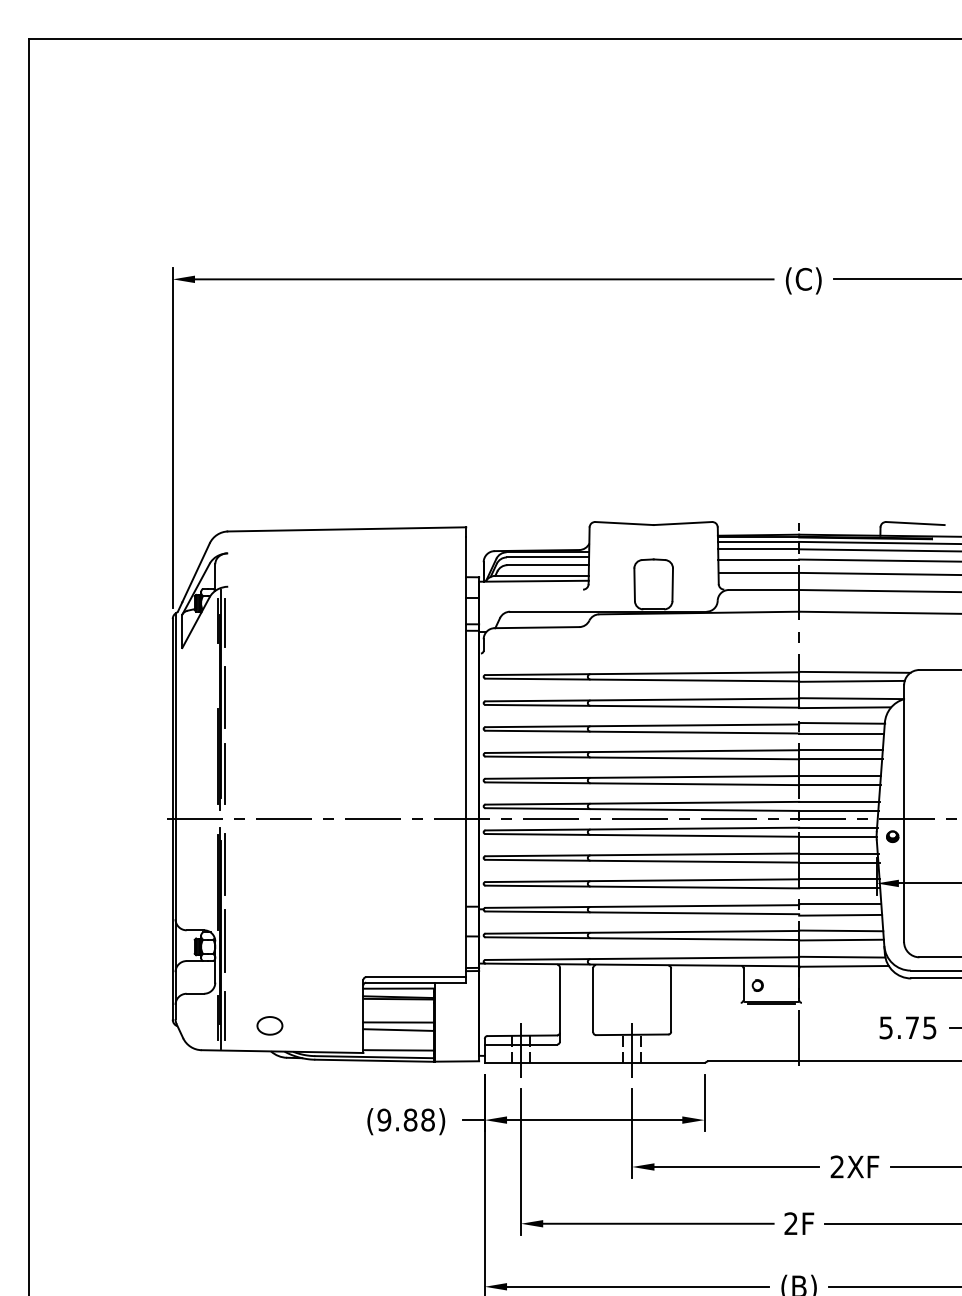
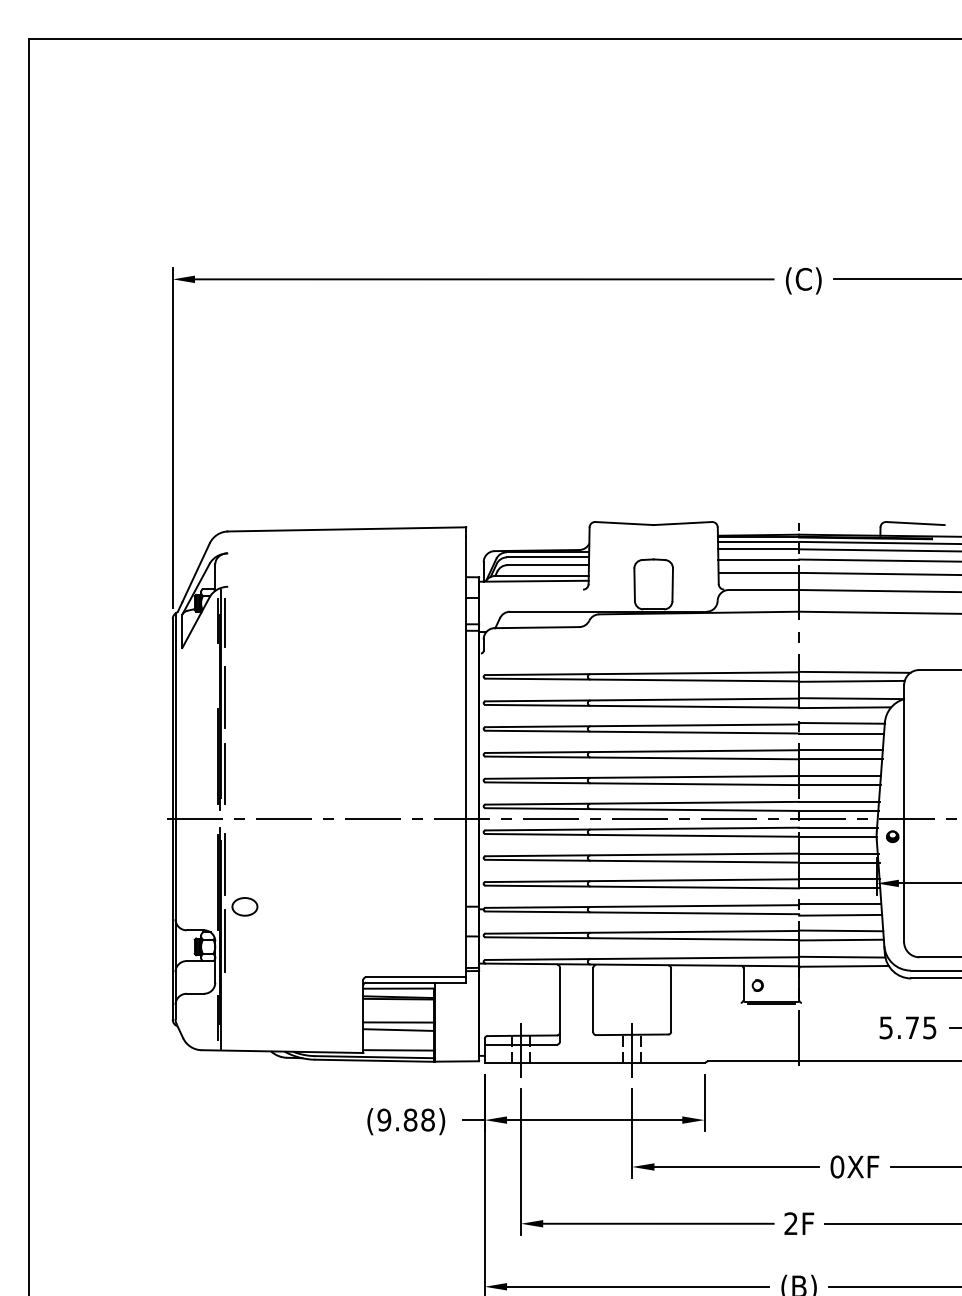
line at (224, 1015): present -> none
part at (269, 1025) position: (269, 1025) -> (244, 906)
text at (837, 1166): 2XF -> 0XF
